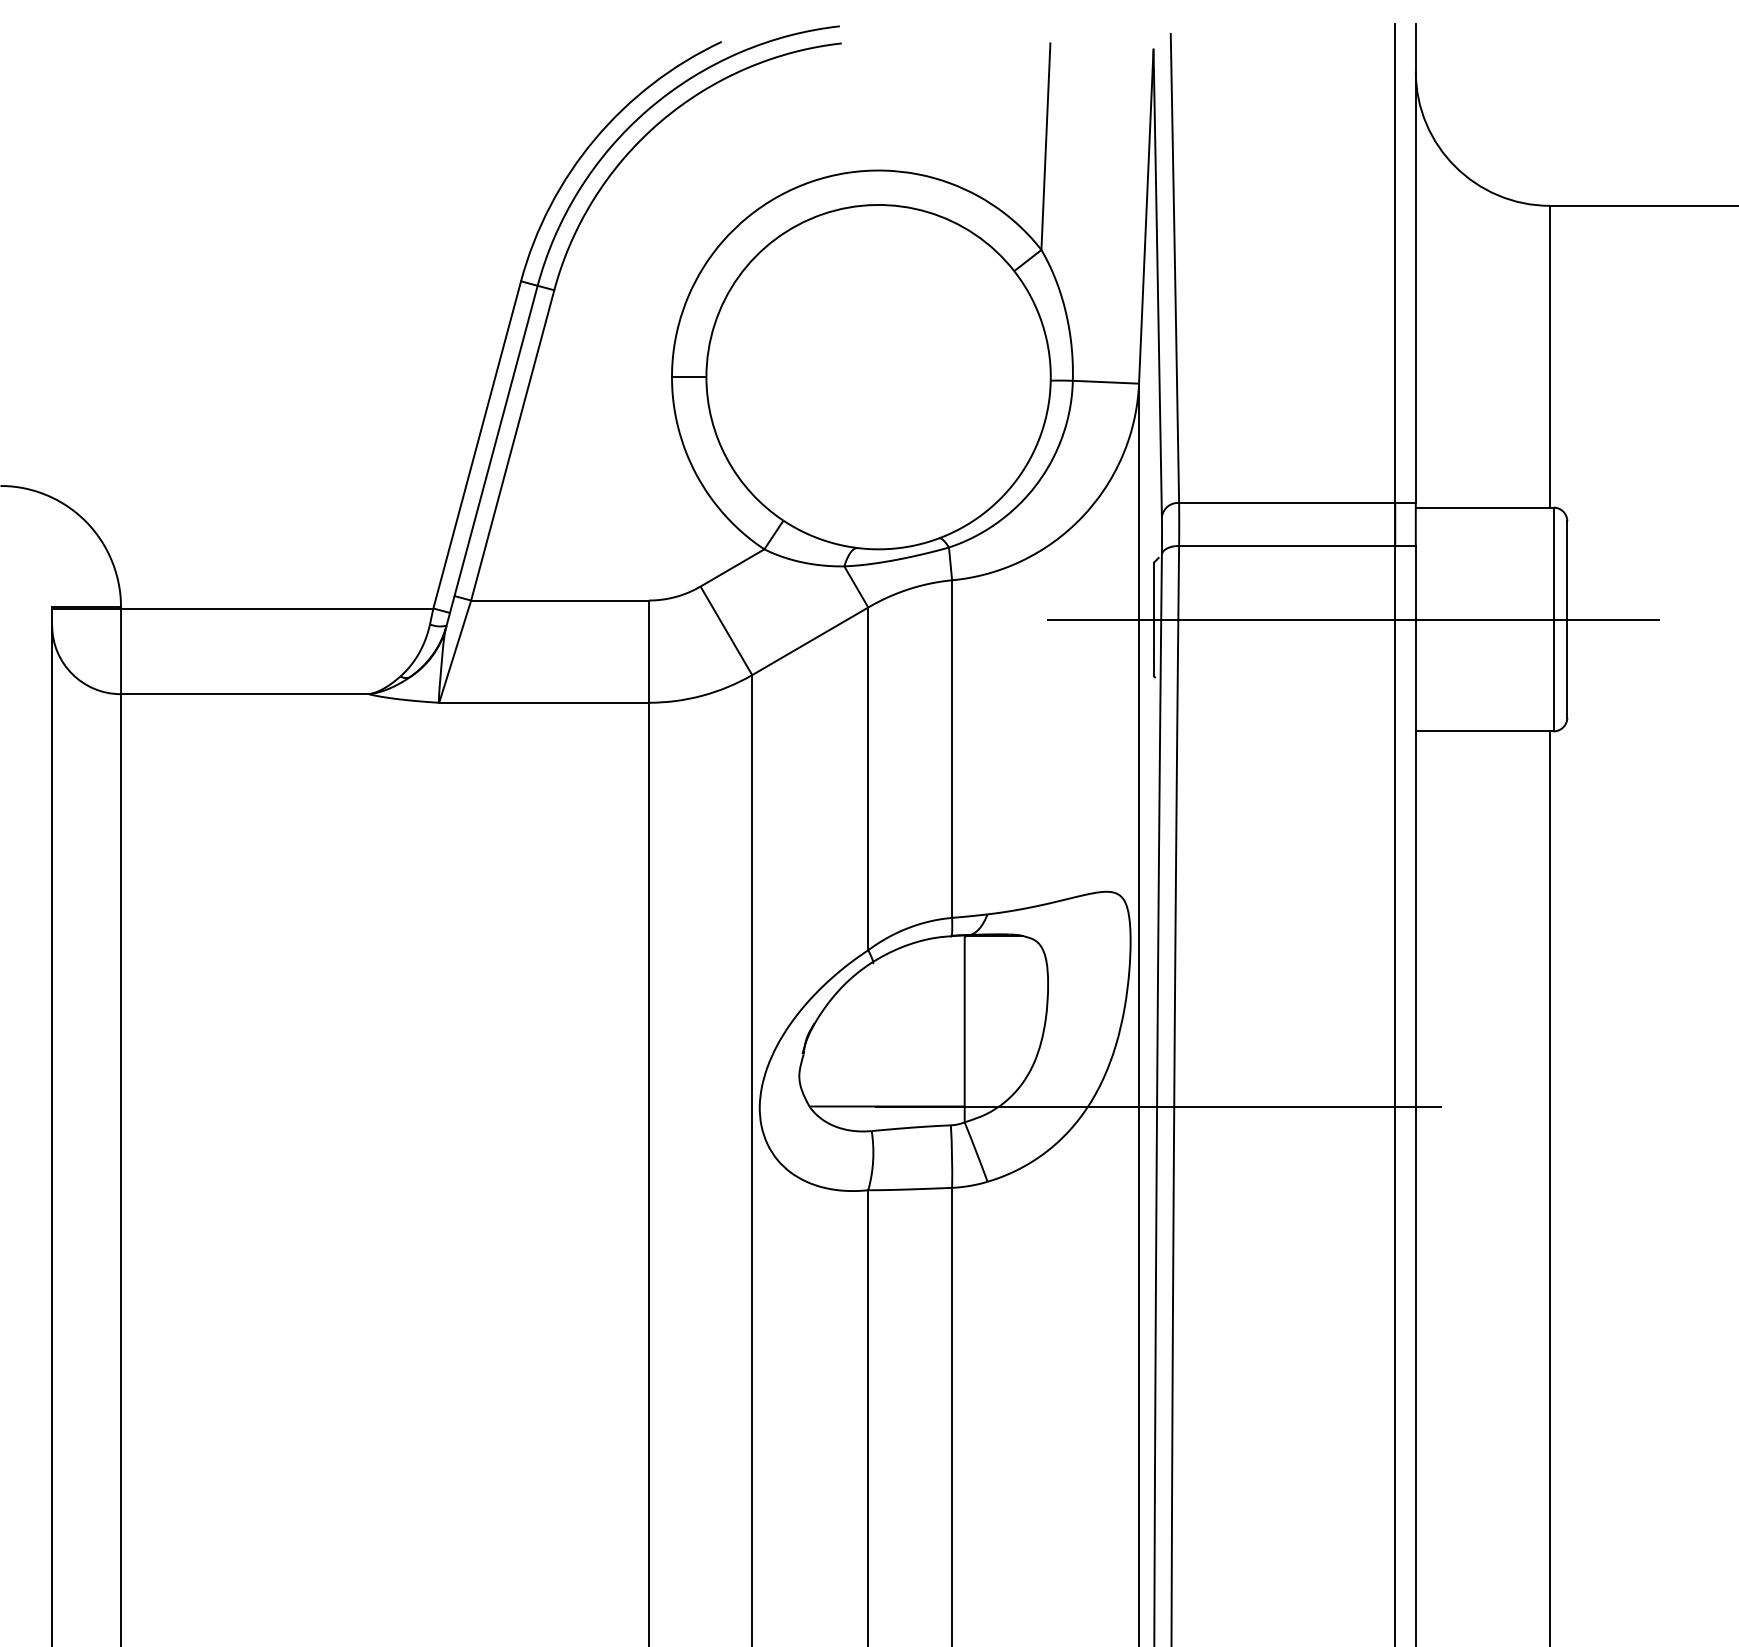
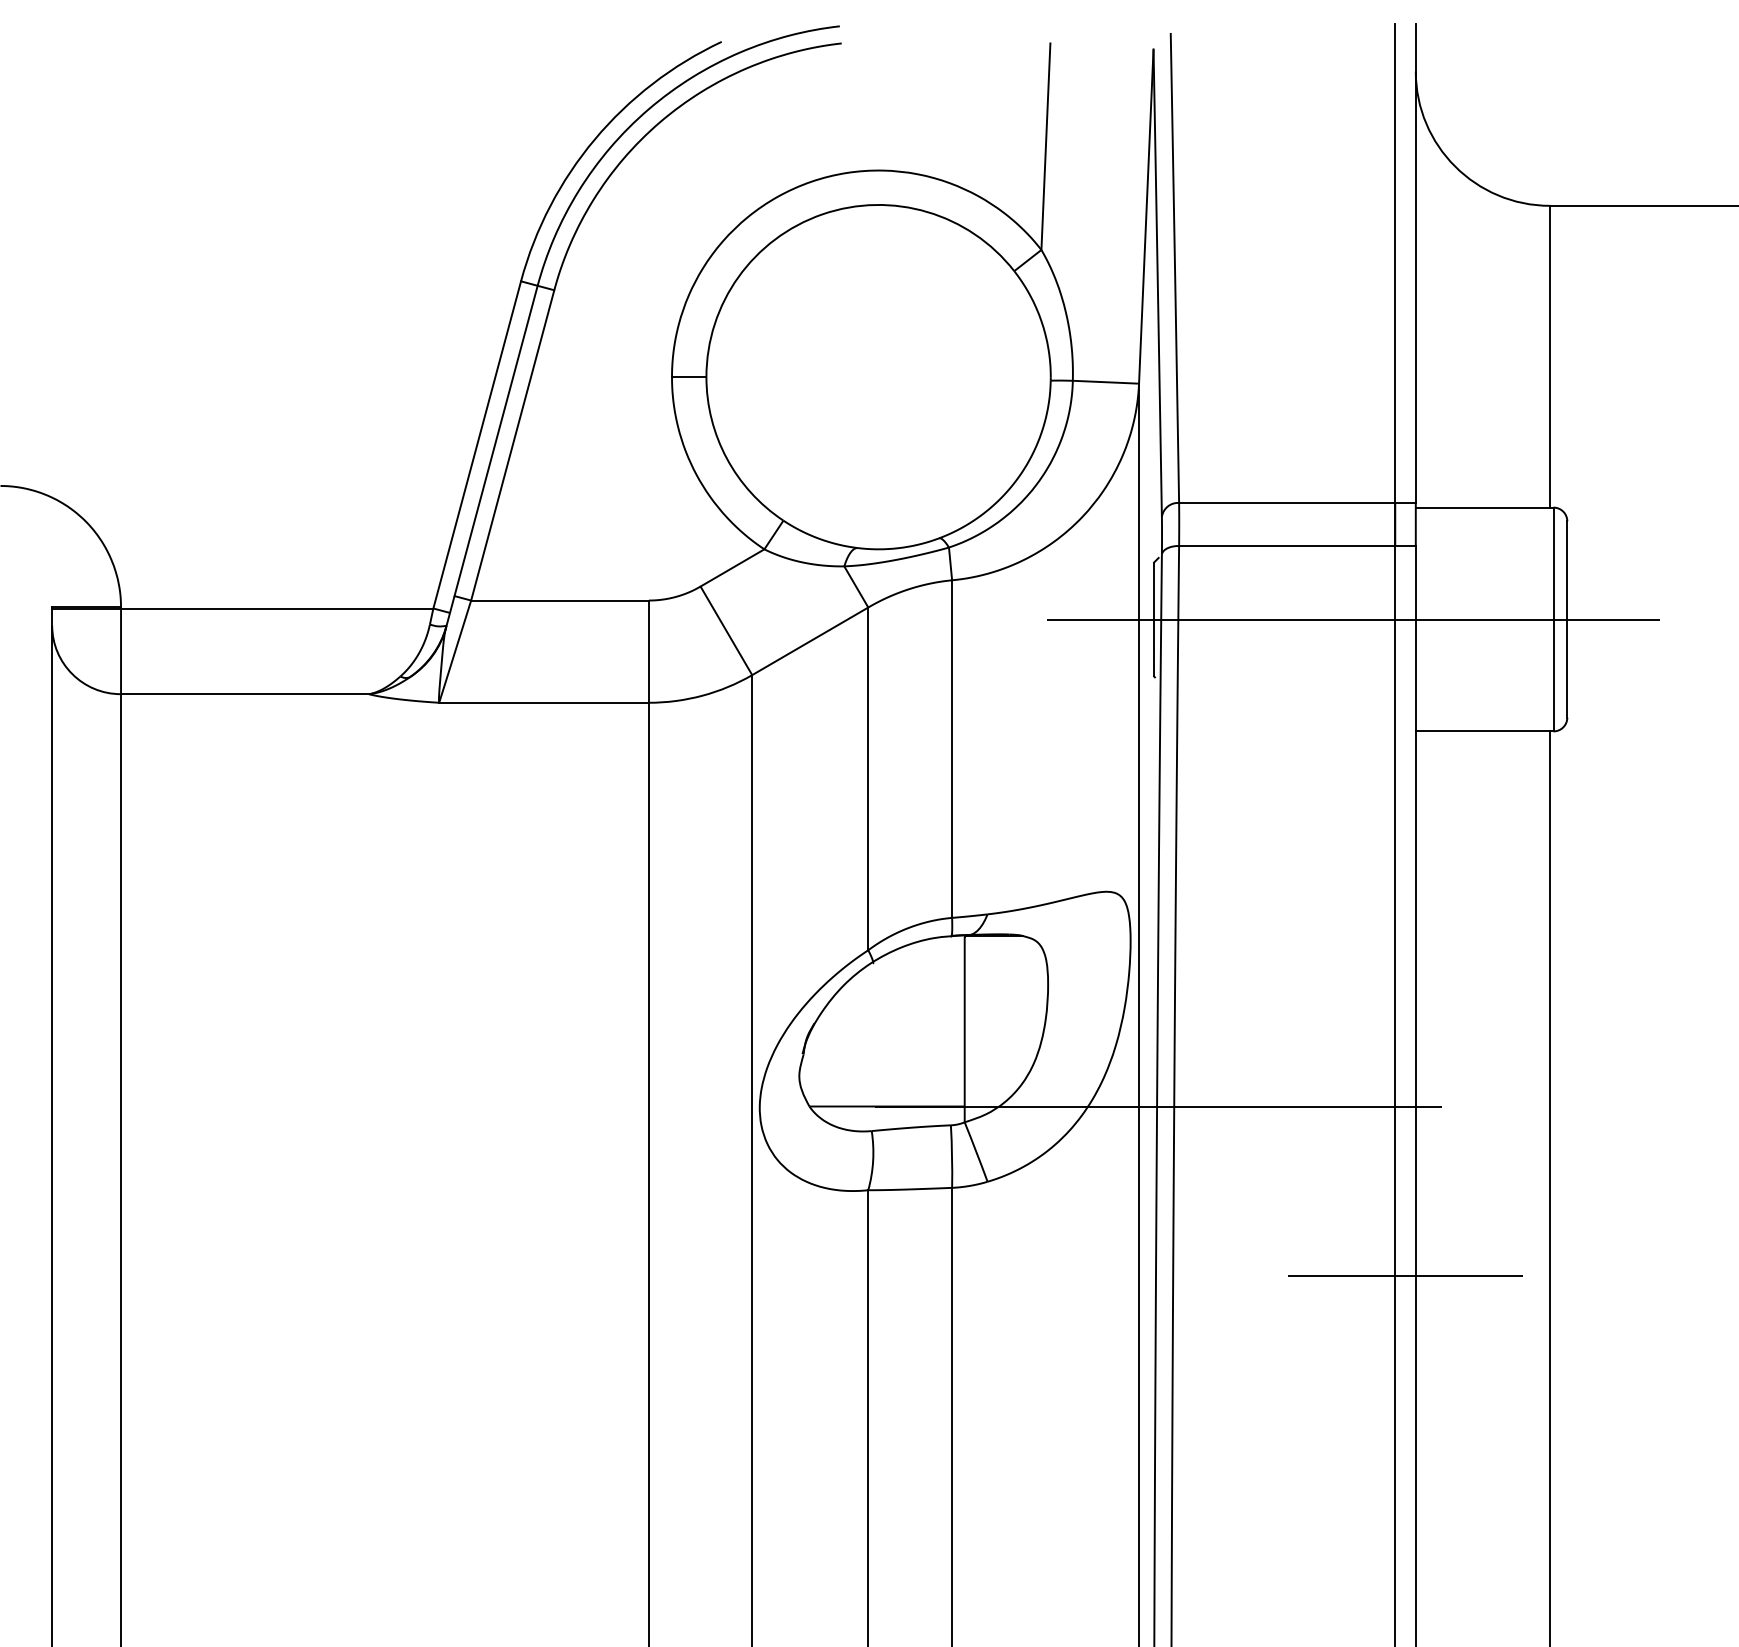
line at (1405, 1275): none -> present
